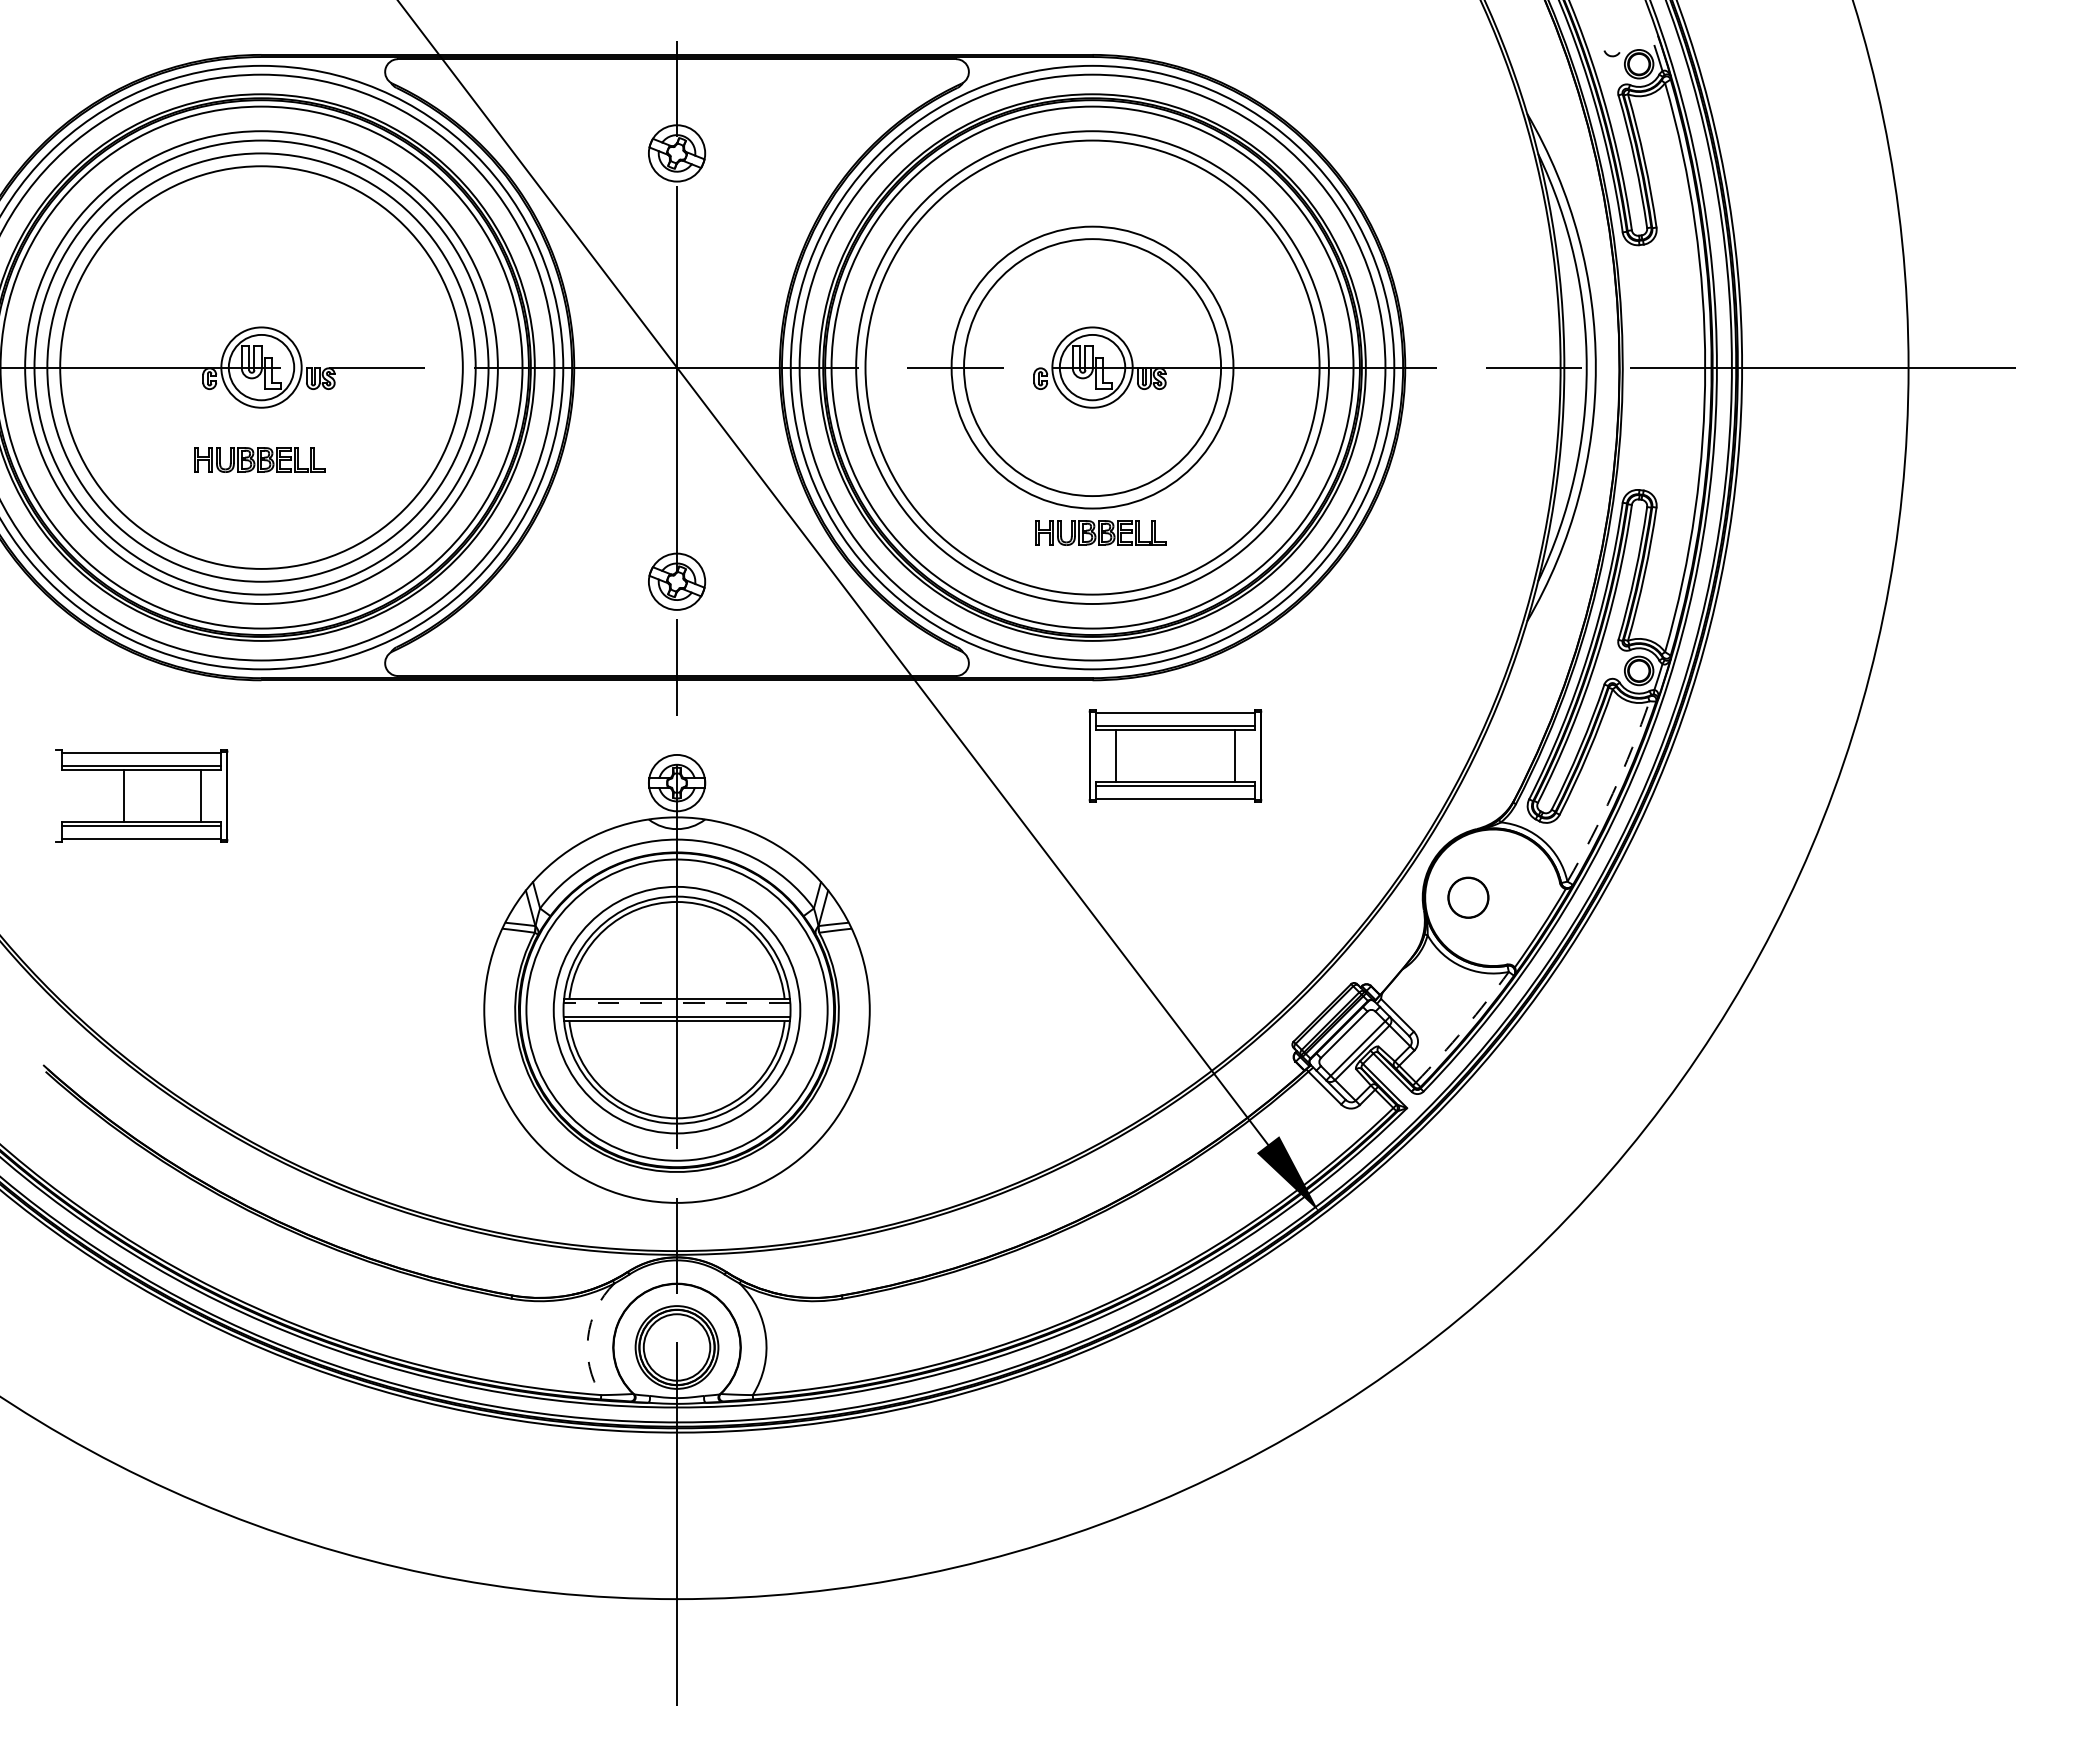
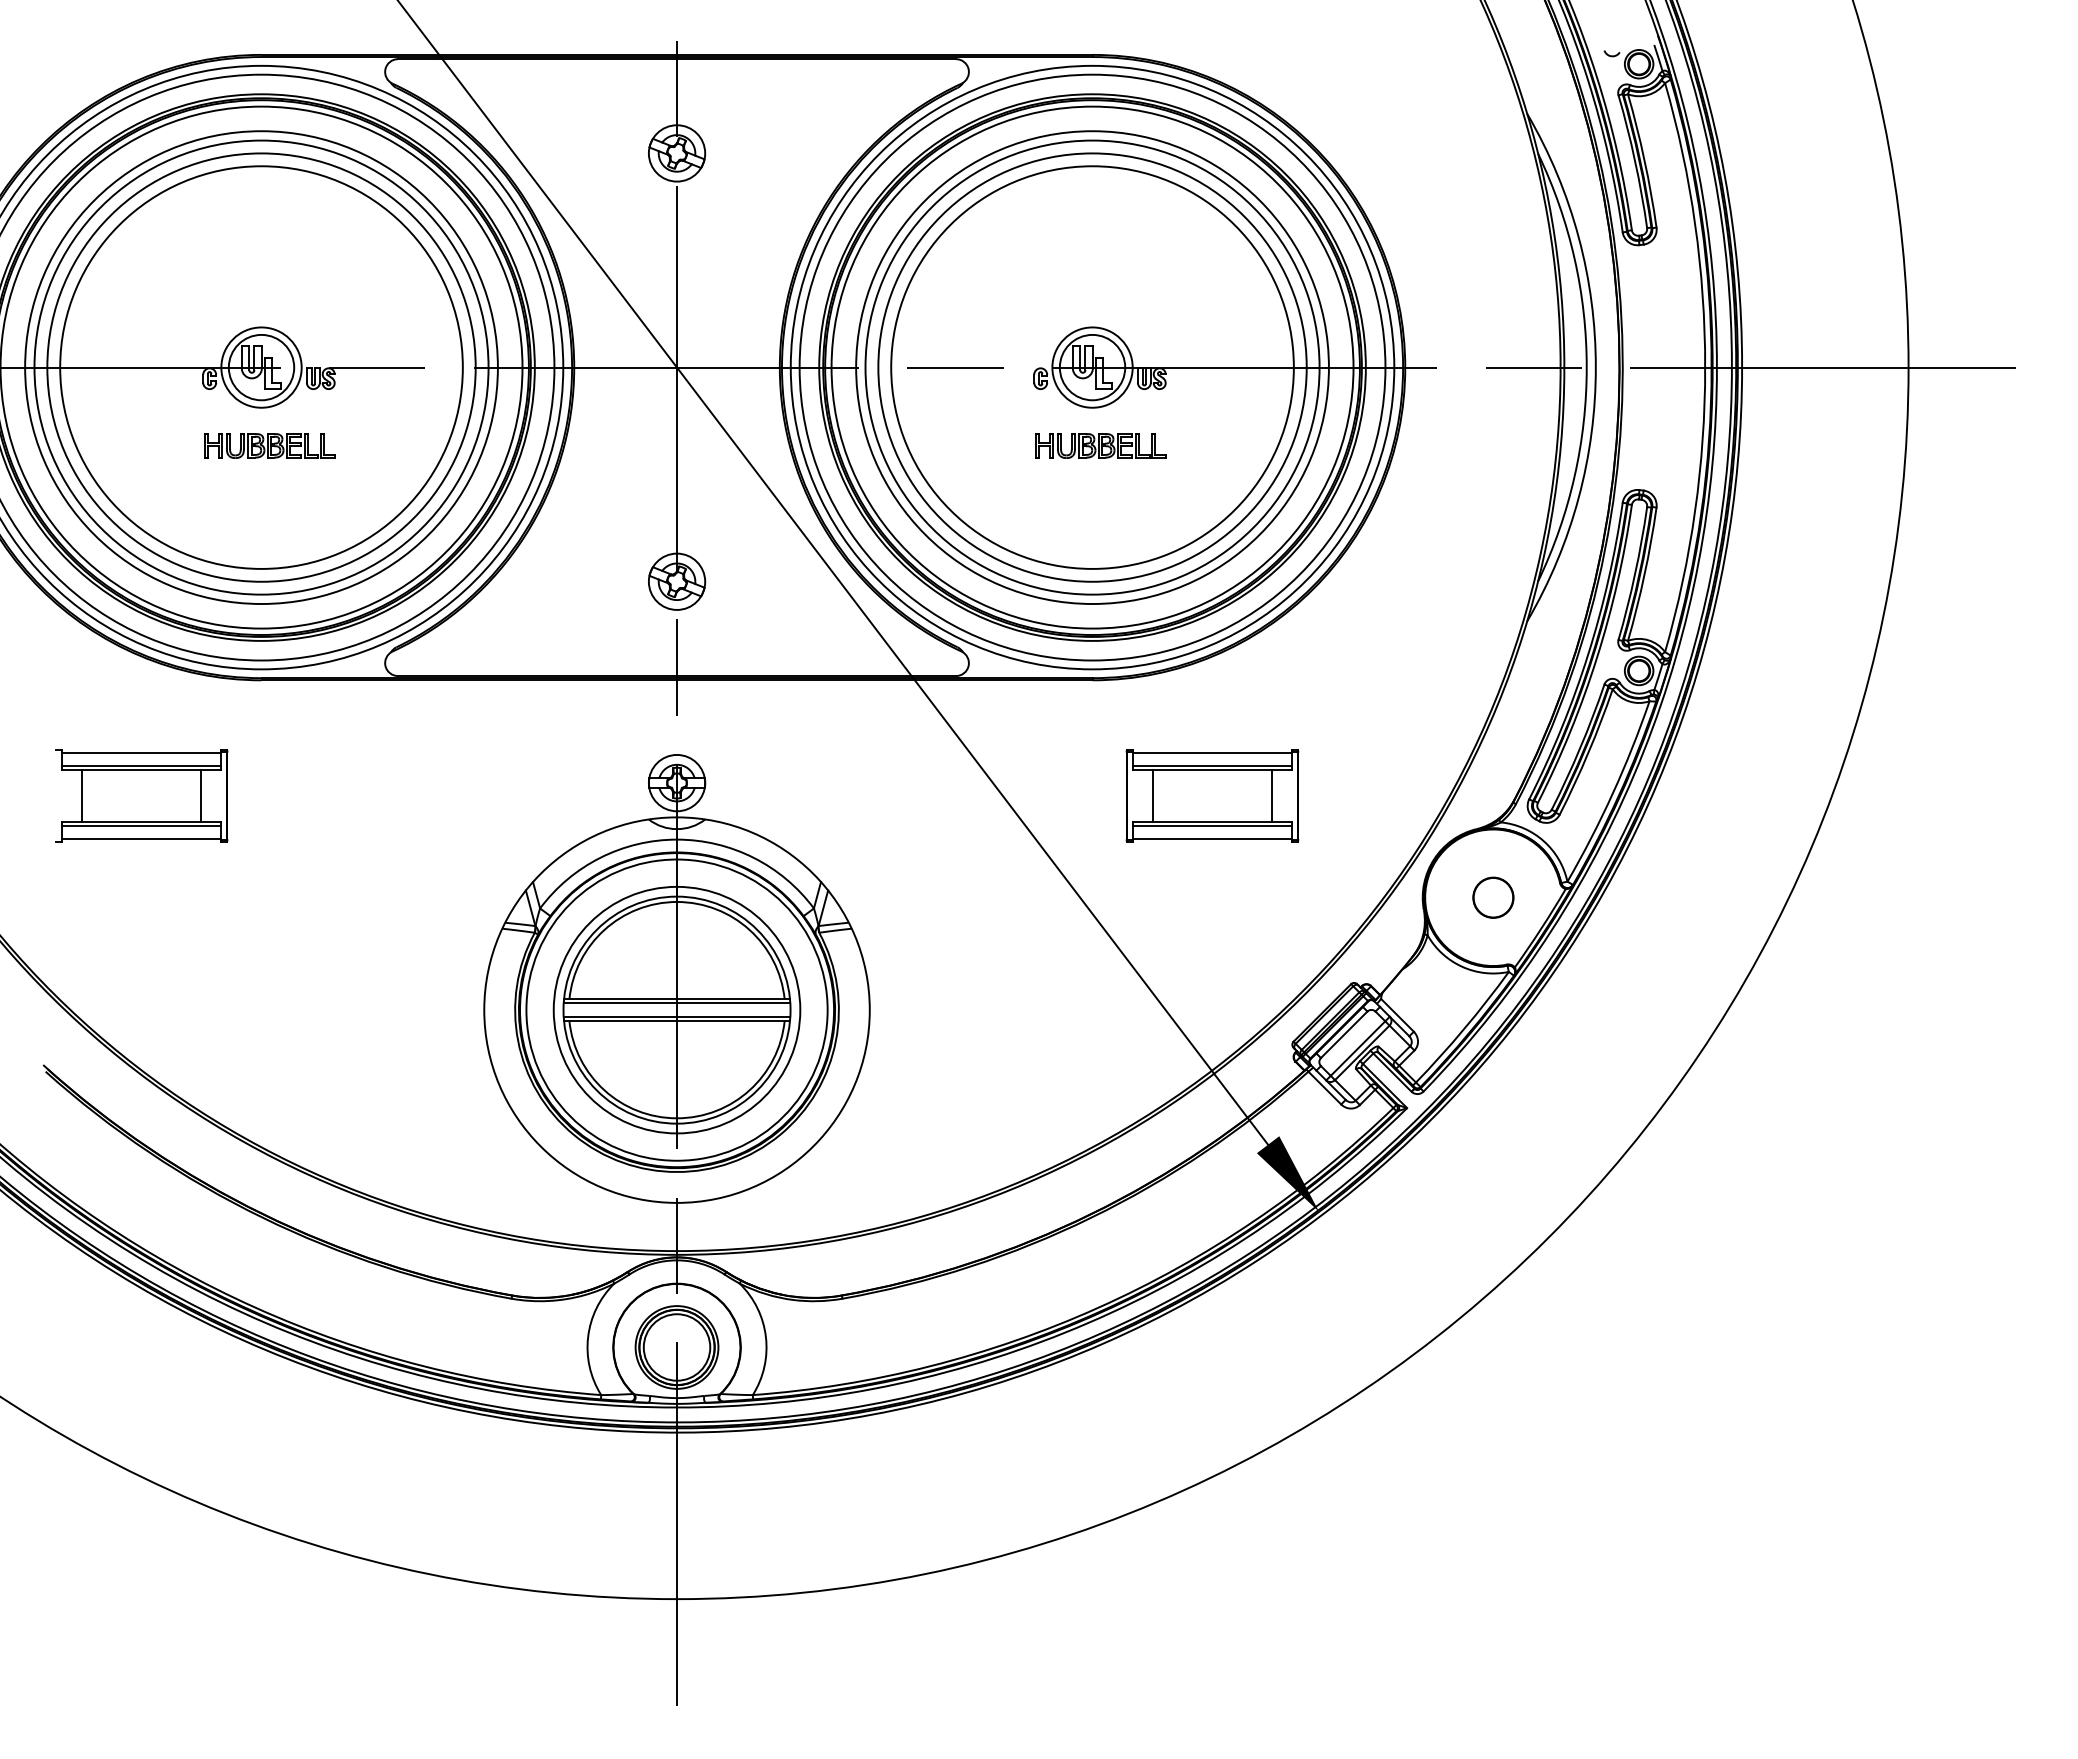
circle at (1092, 367) diameter: 257 px -> 428 px
circle at (1092, 367) diameter: 282 px -> 403 px
part at (259, 459) position: (259, 459) -> (269, 445)
part at (1100, 532) position: (1100, 532) -> (1100, 445)
part at (1175, 755) position: (1175, 755) -> (1212, 795)
arc at (1612, 793): dashed -> solid
line at (123, 795) position: (123, 795) -> (81, 795)
circle at (1468, 897) position: (1468, 897) -> (1493, 897)
line at (676, 1003): dashed -> solid
arc at (1464, 1028): dashed -> solid
arc at (588, 1337): dashed -> solid
